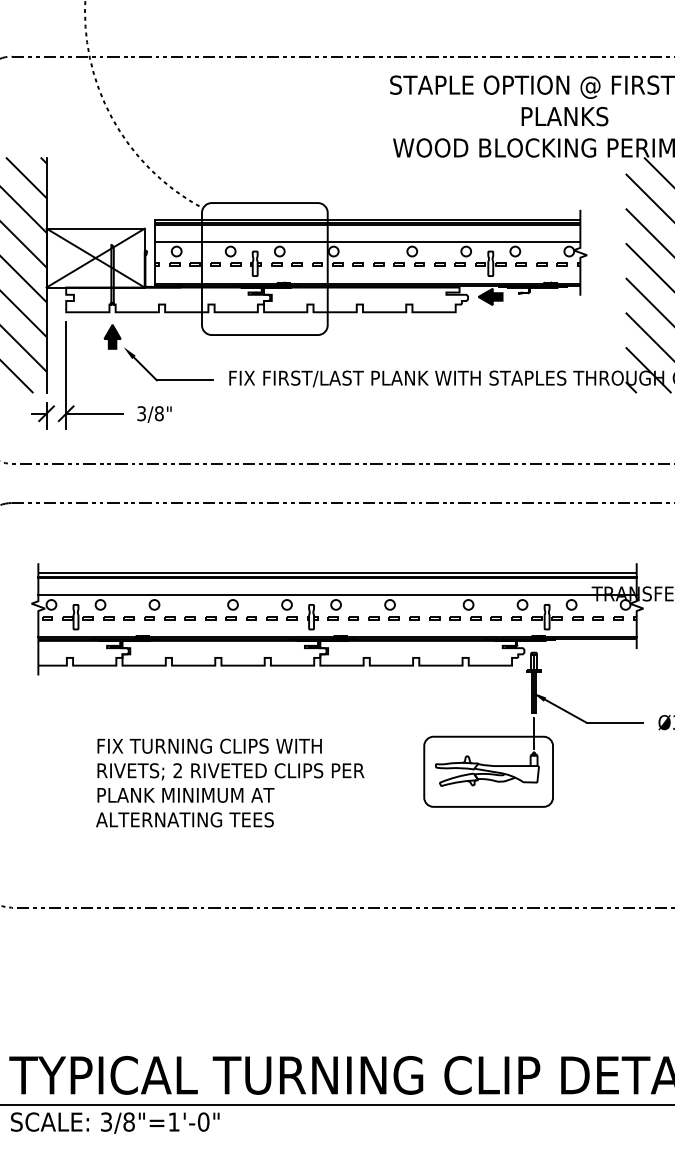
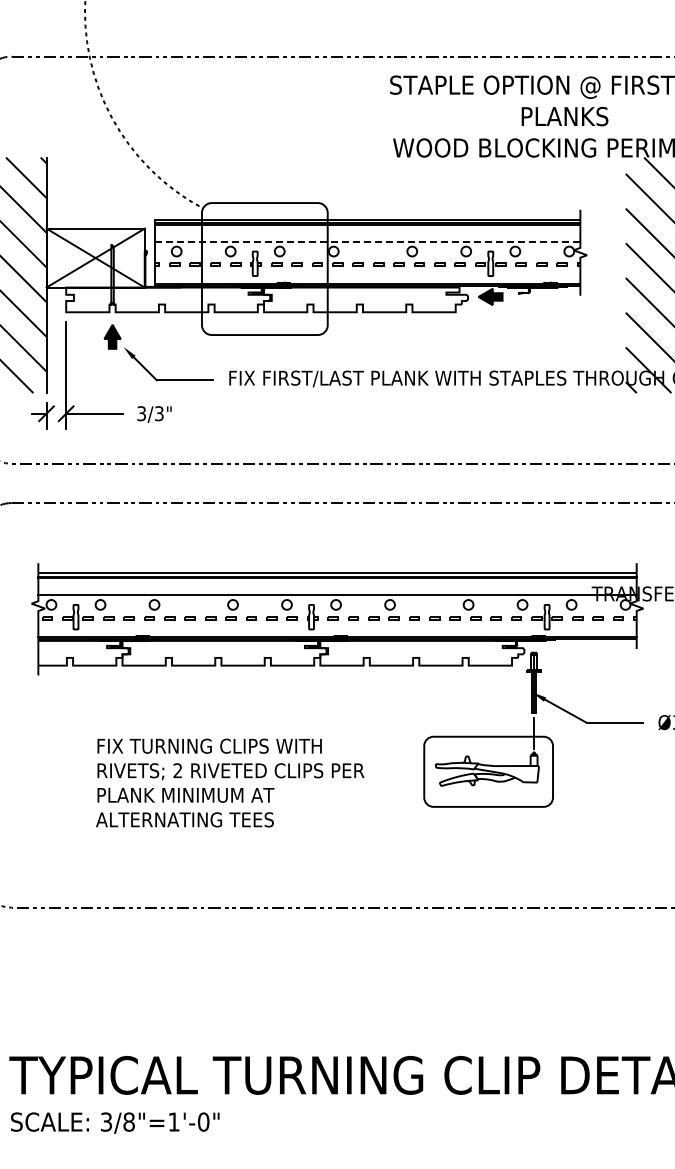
line at (367, 241): solid -> dashed
text at (158, 413): 3/8" -> 3/3"
line at (336, 1105): present -> none
